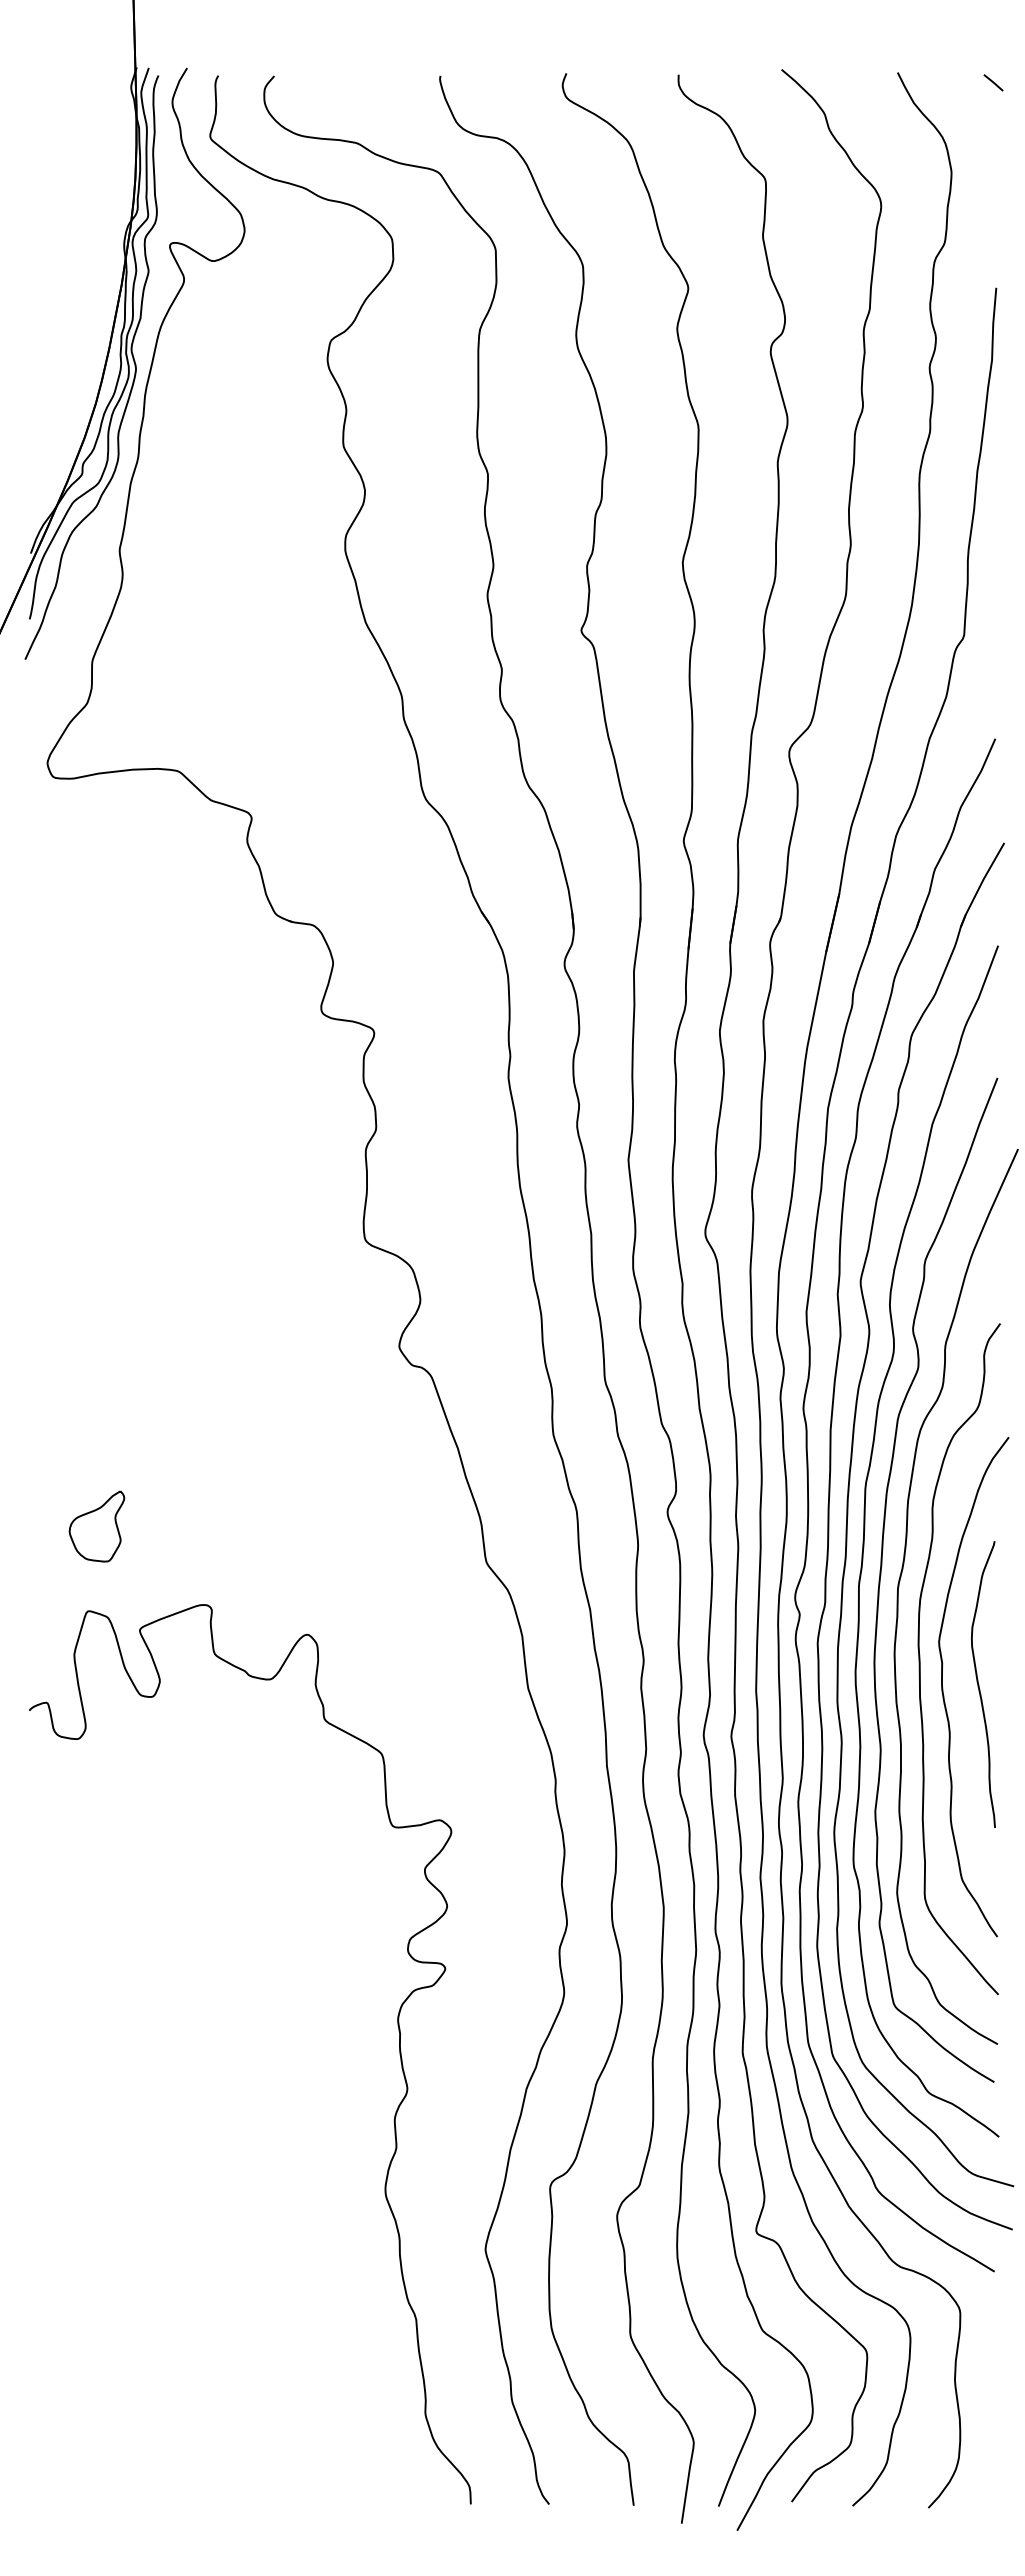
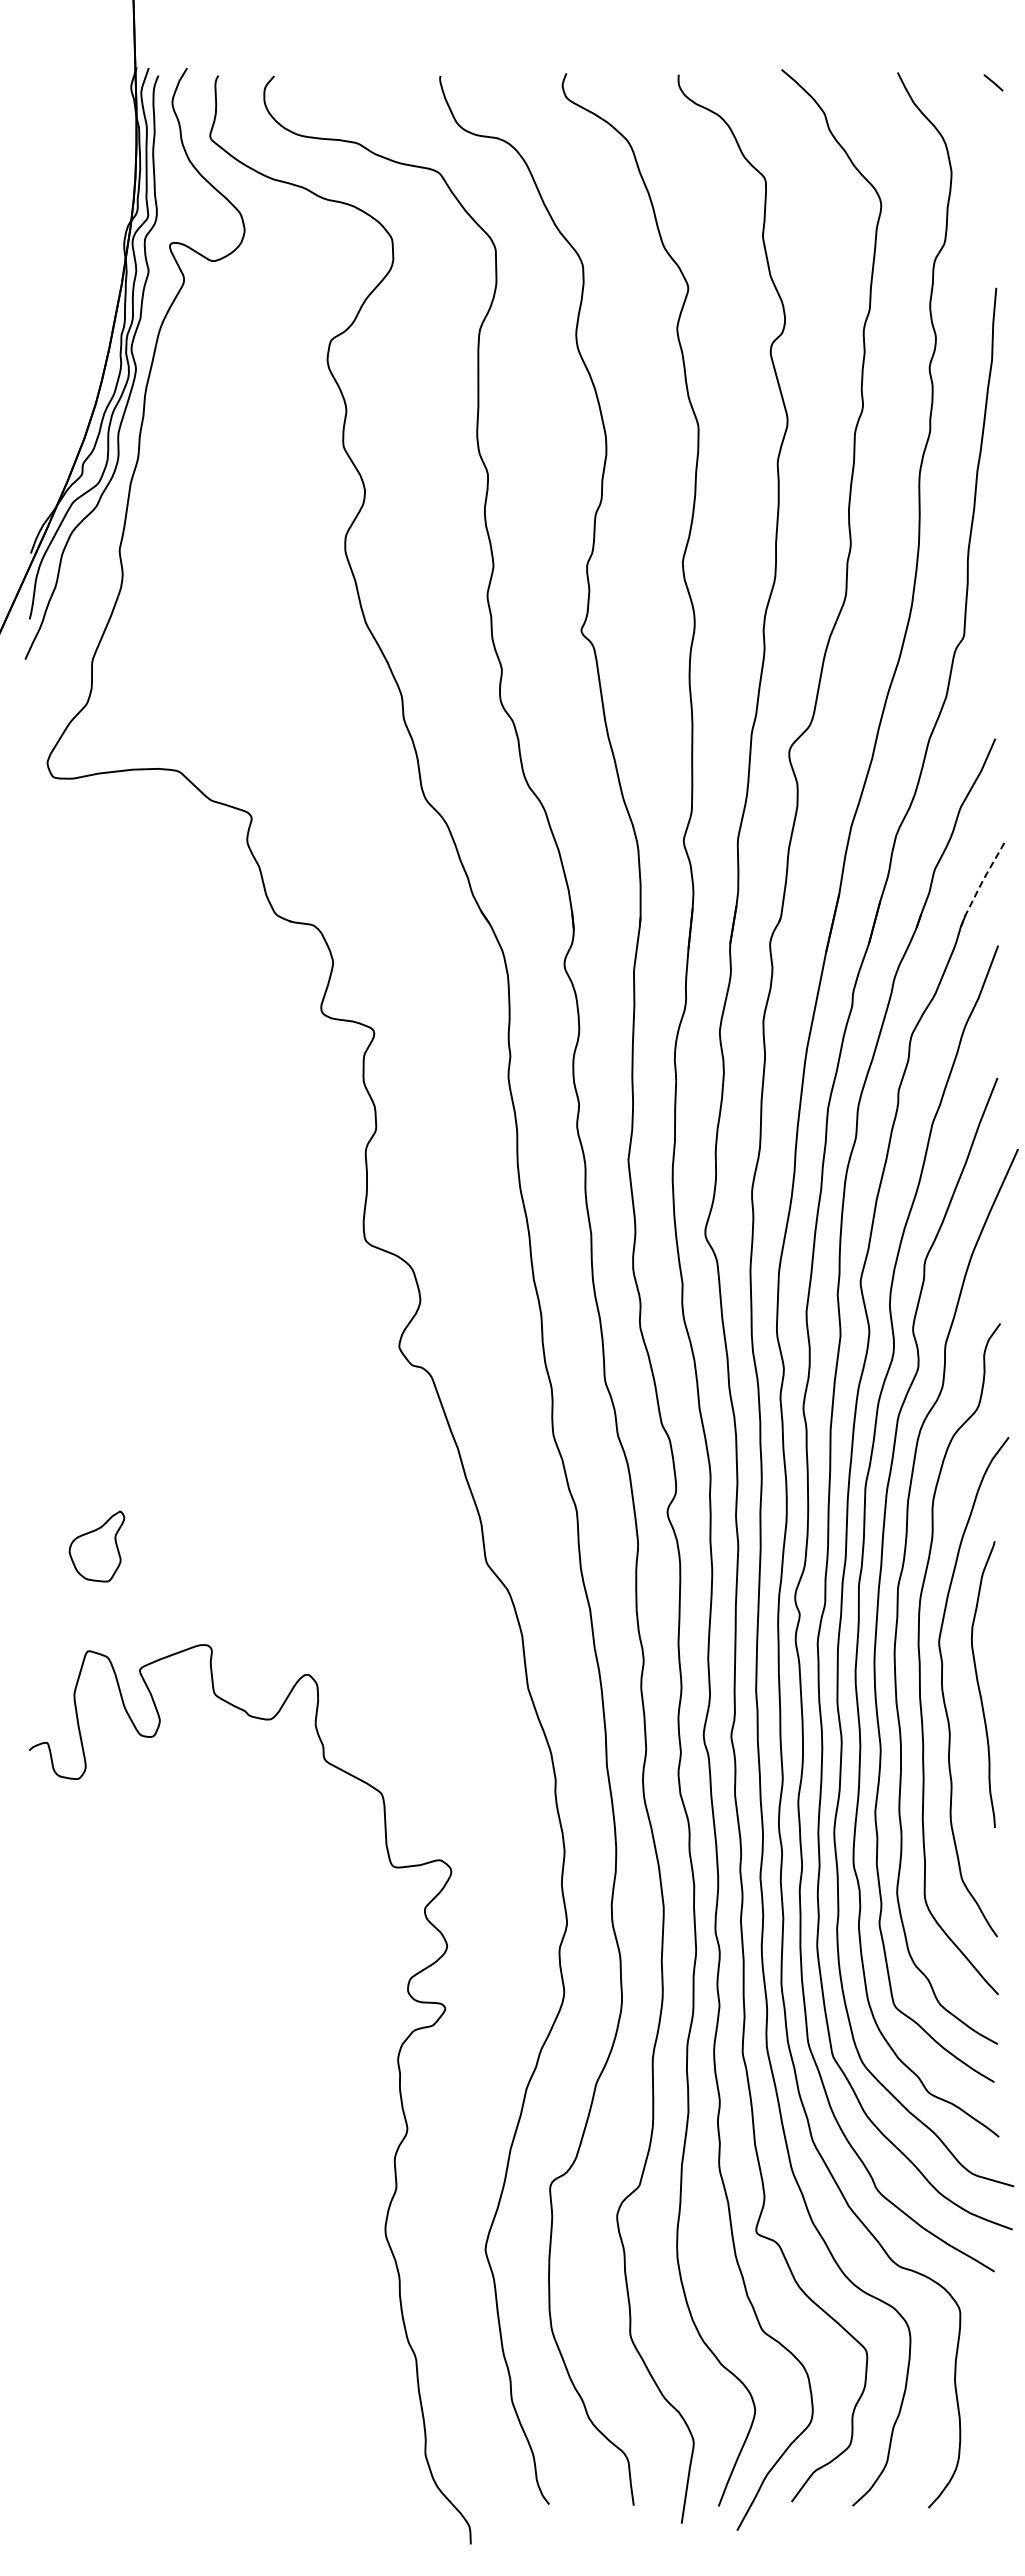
line at (981, 884): solid -> dashed
part at (96, 1526) position: (96, 1526) -> (96, 1546)
curve at (399, 2054) position: (399, 2054) -> (399, 2094)
